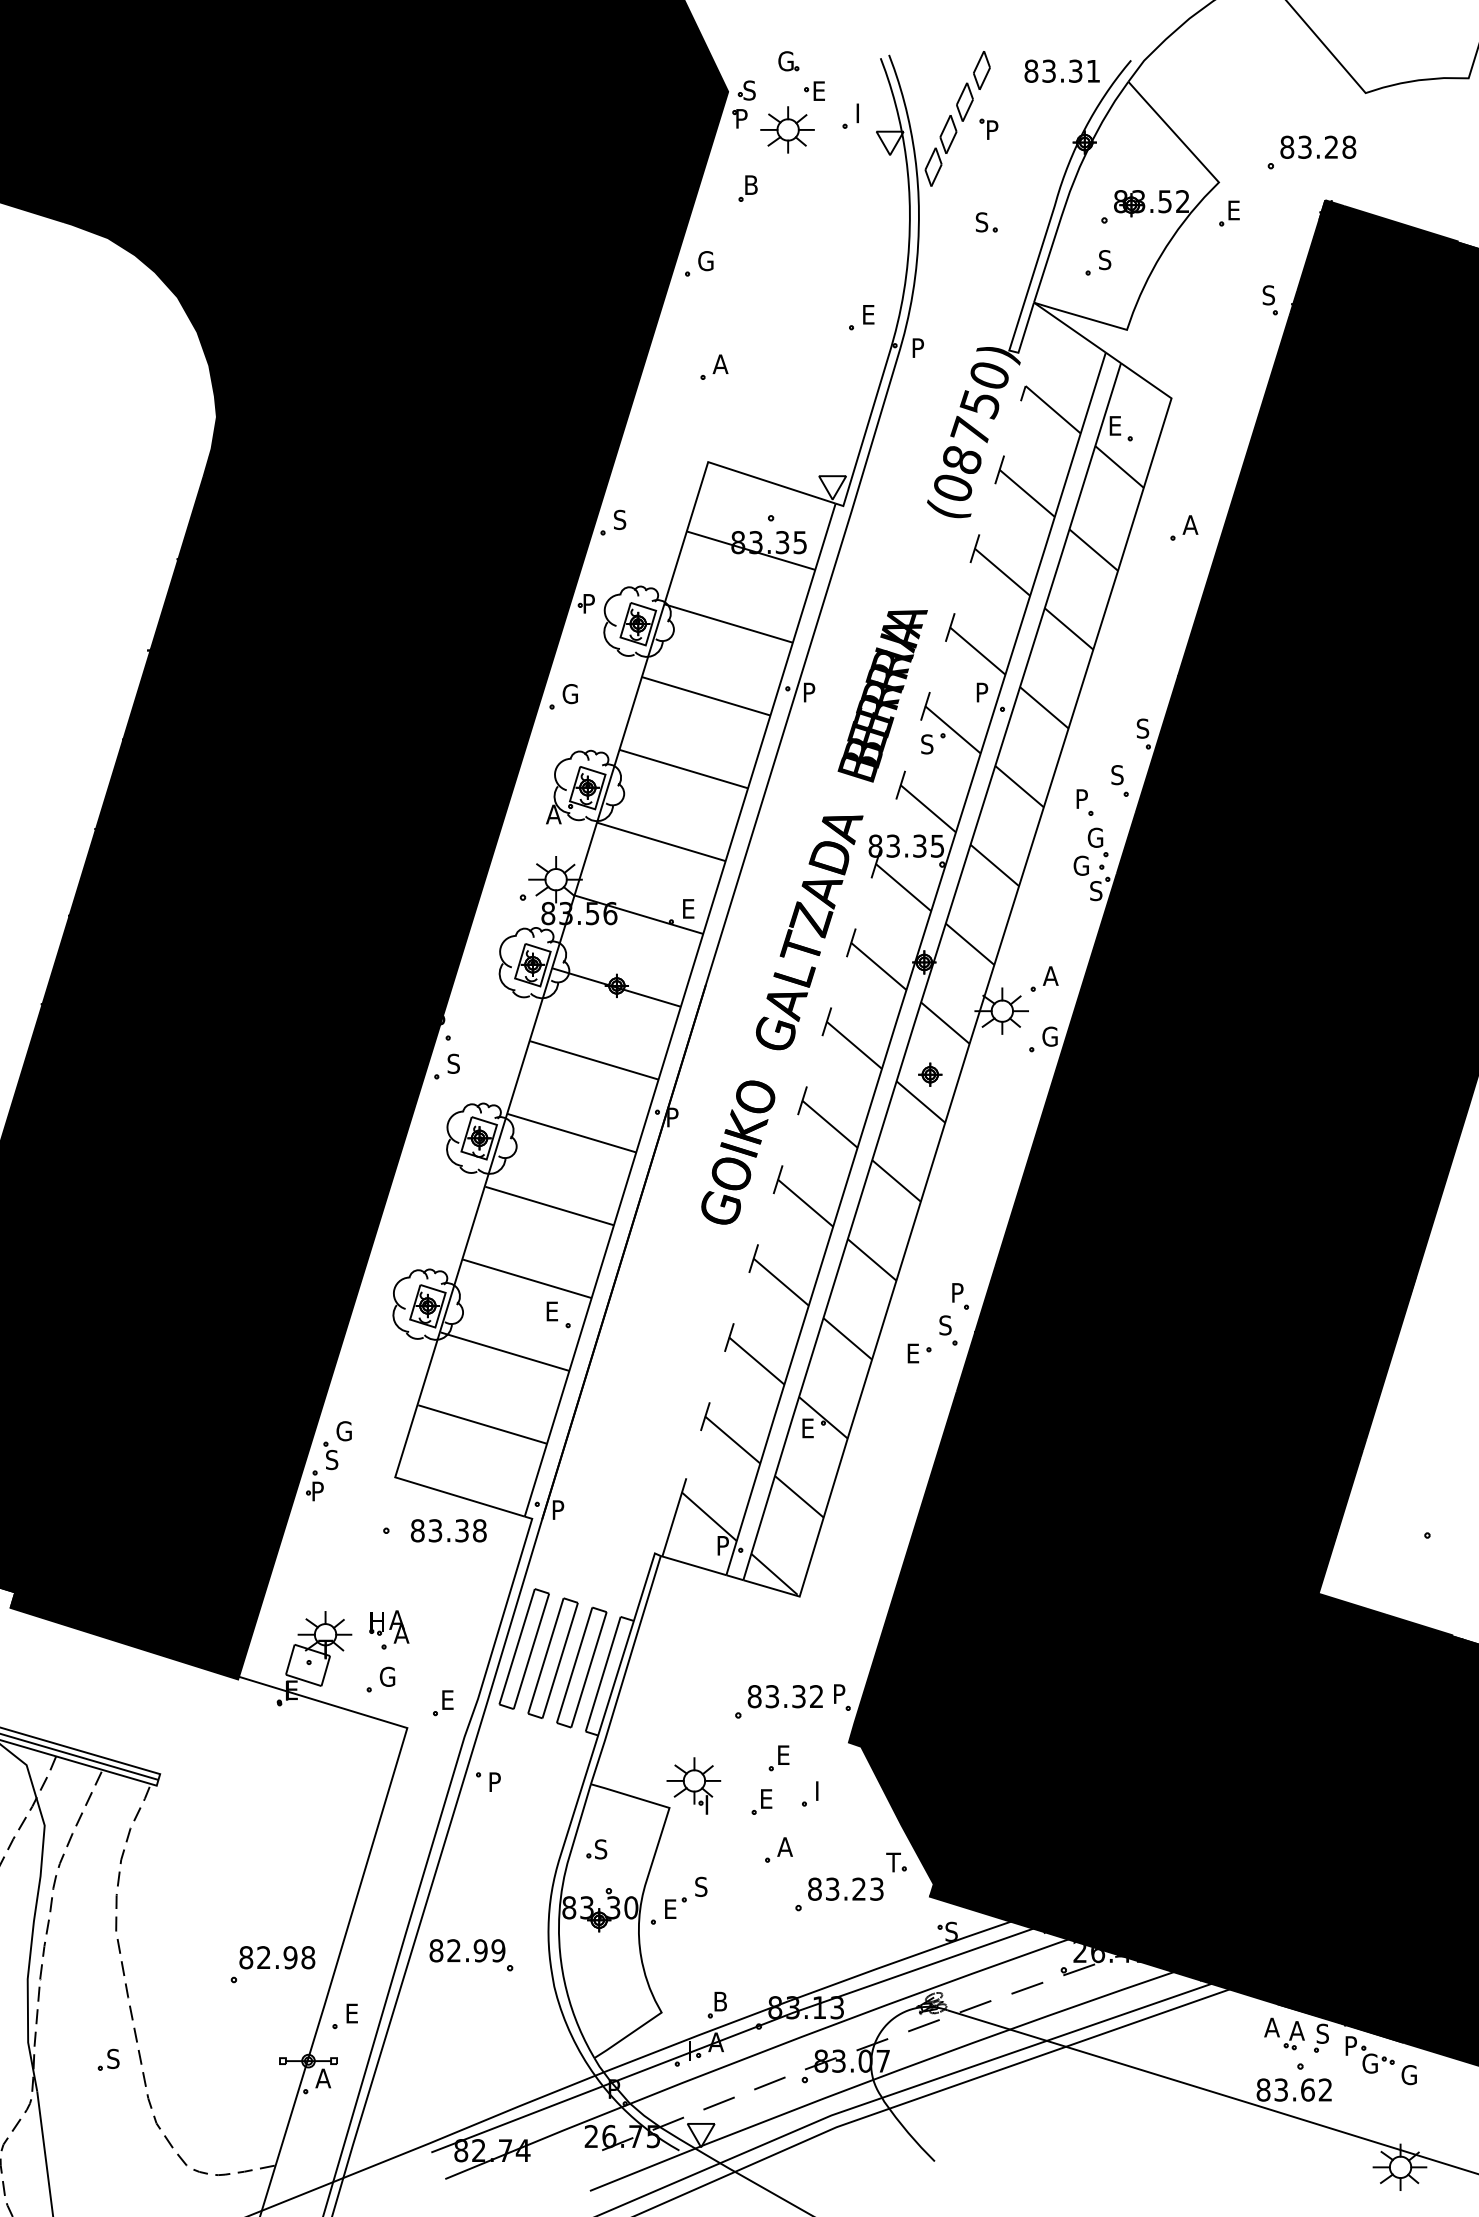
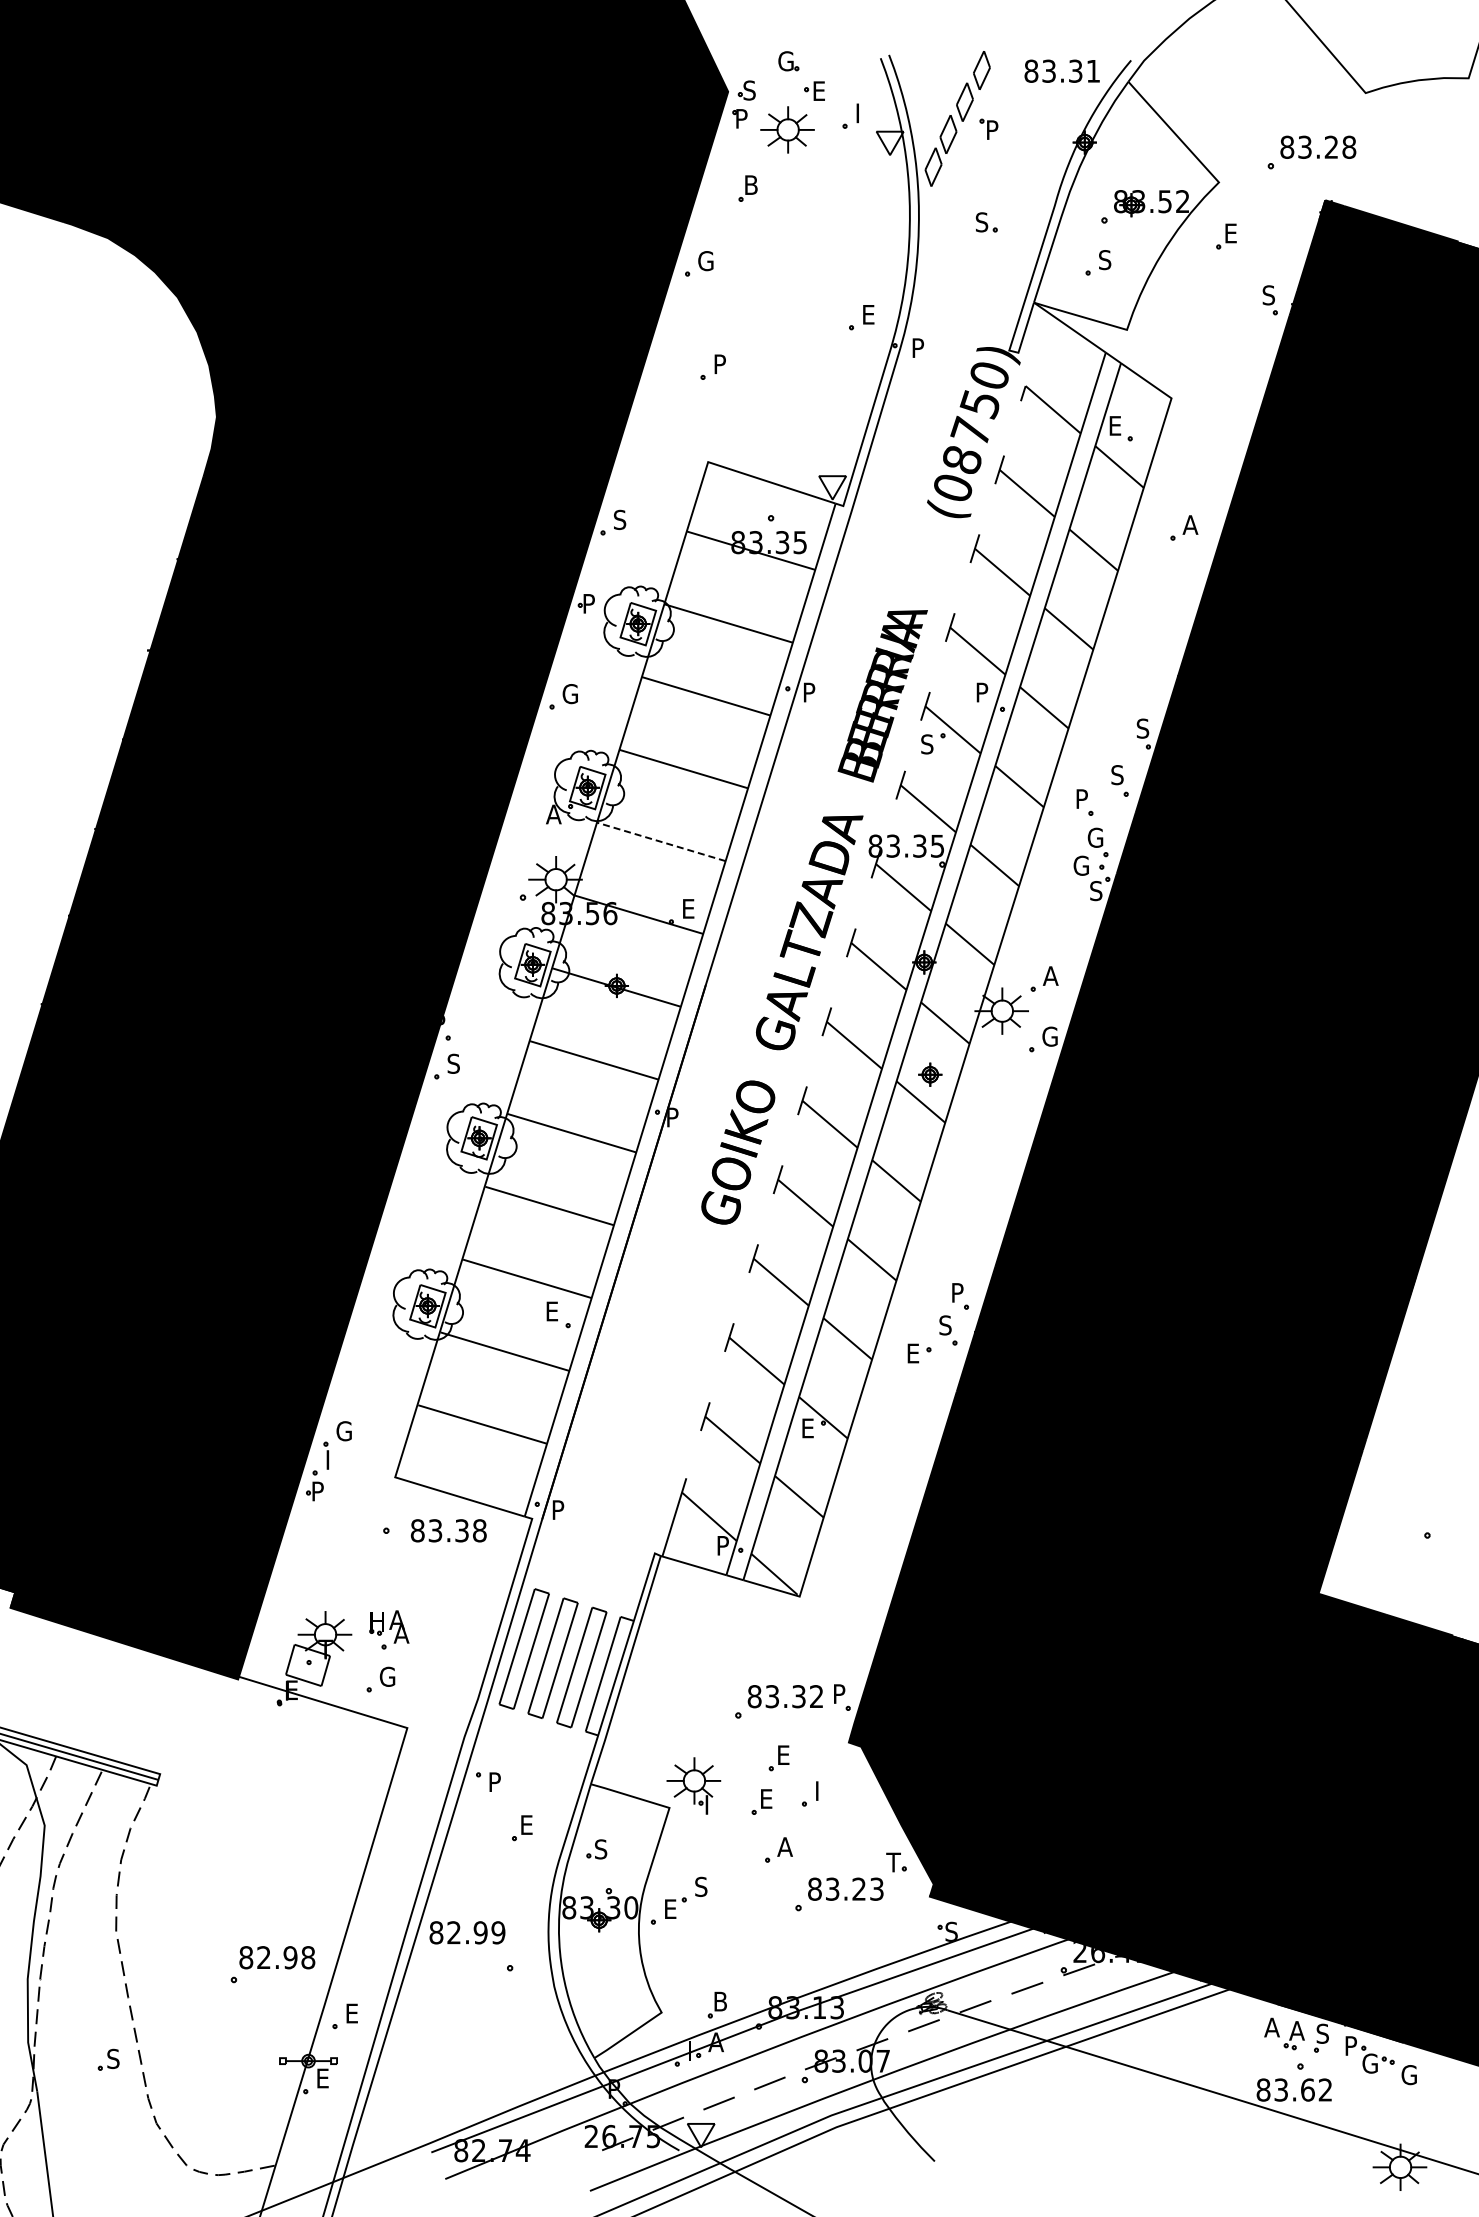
part at (1229, 213) position: (1229, 213) -> (1226, 236)
text at (720, 364): A -> P
line at (660, 841): solid -> dashed
text at (332, 1459): S -> I
part at (443, 1703) position: (443, 1703) -> (522, 1828)
text at (467, 1950) position: (467, 1950) -> (467, 1932)
text at (323, 2078): A -> E
